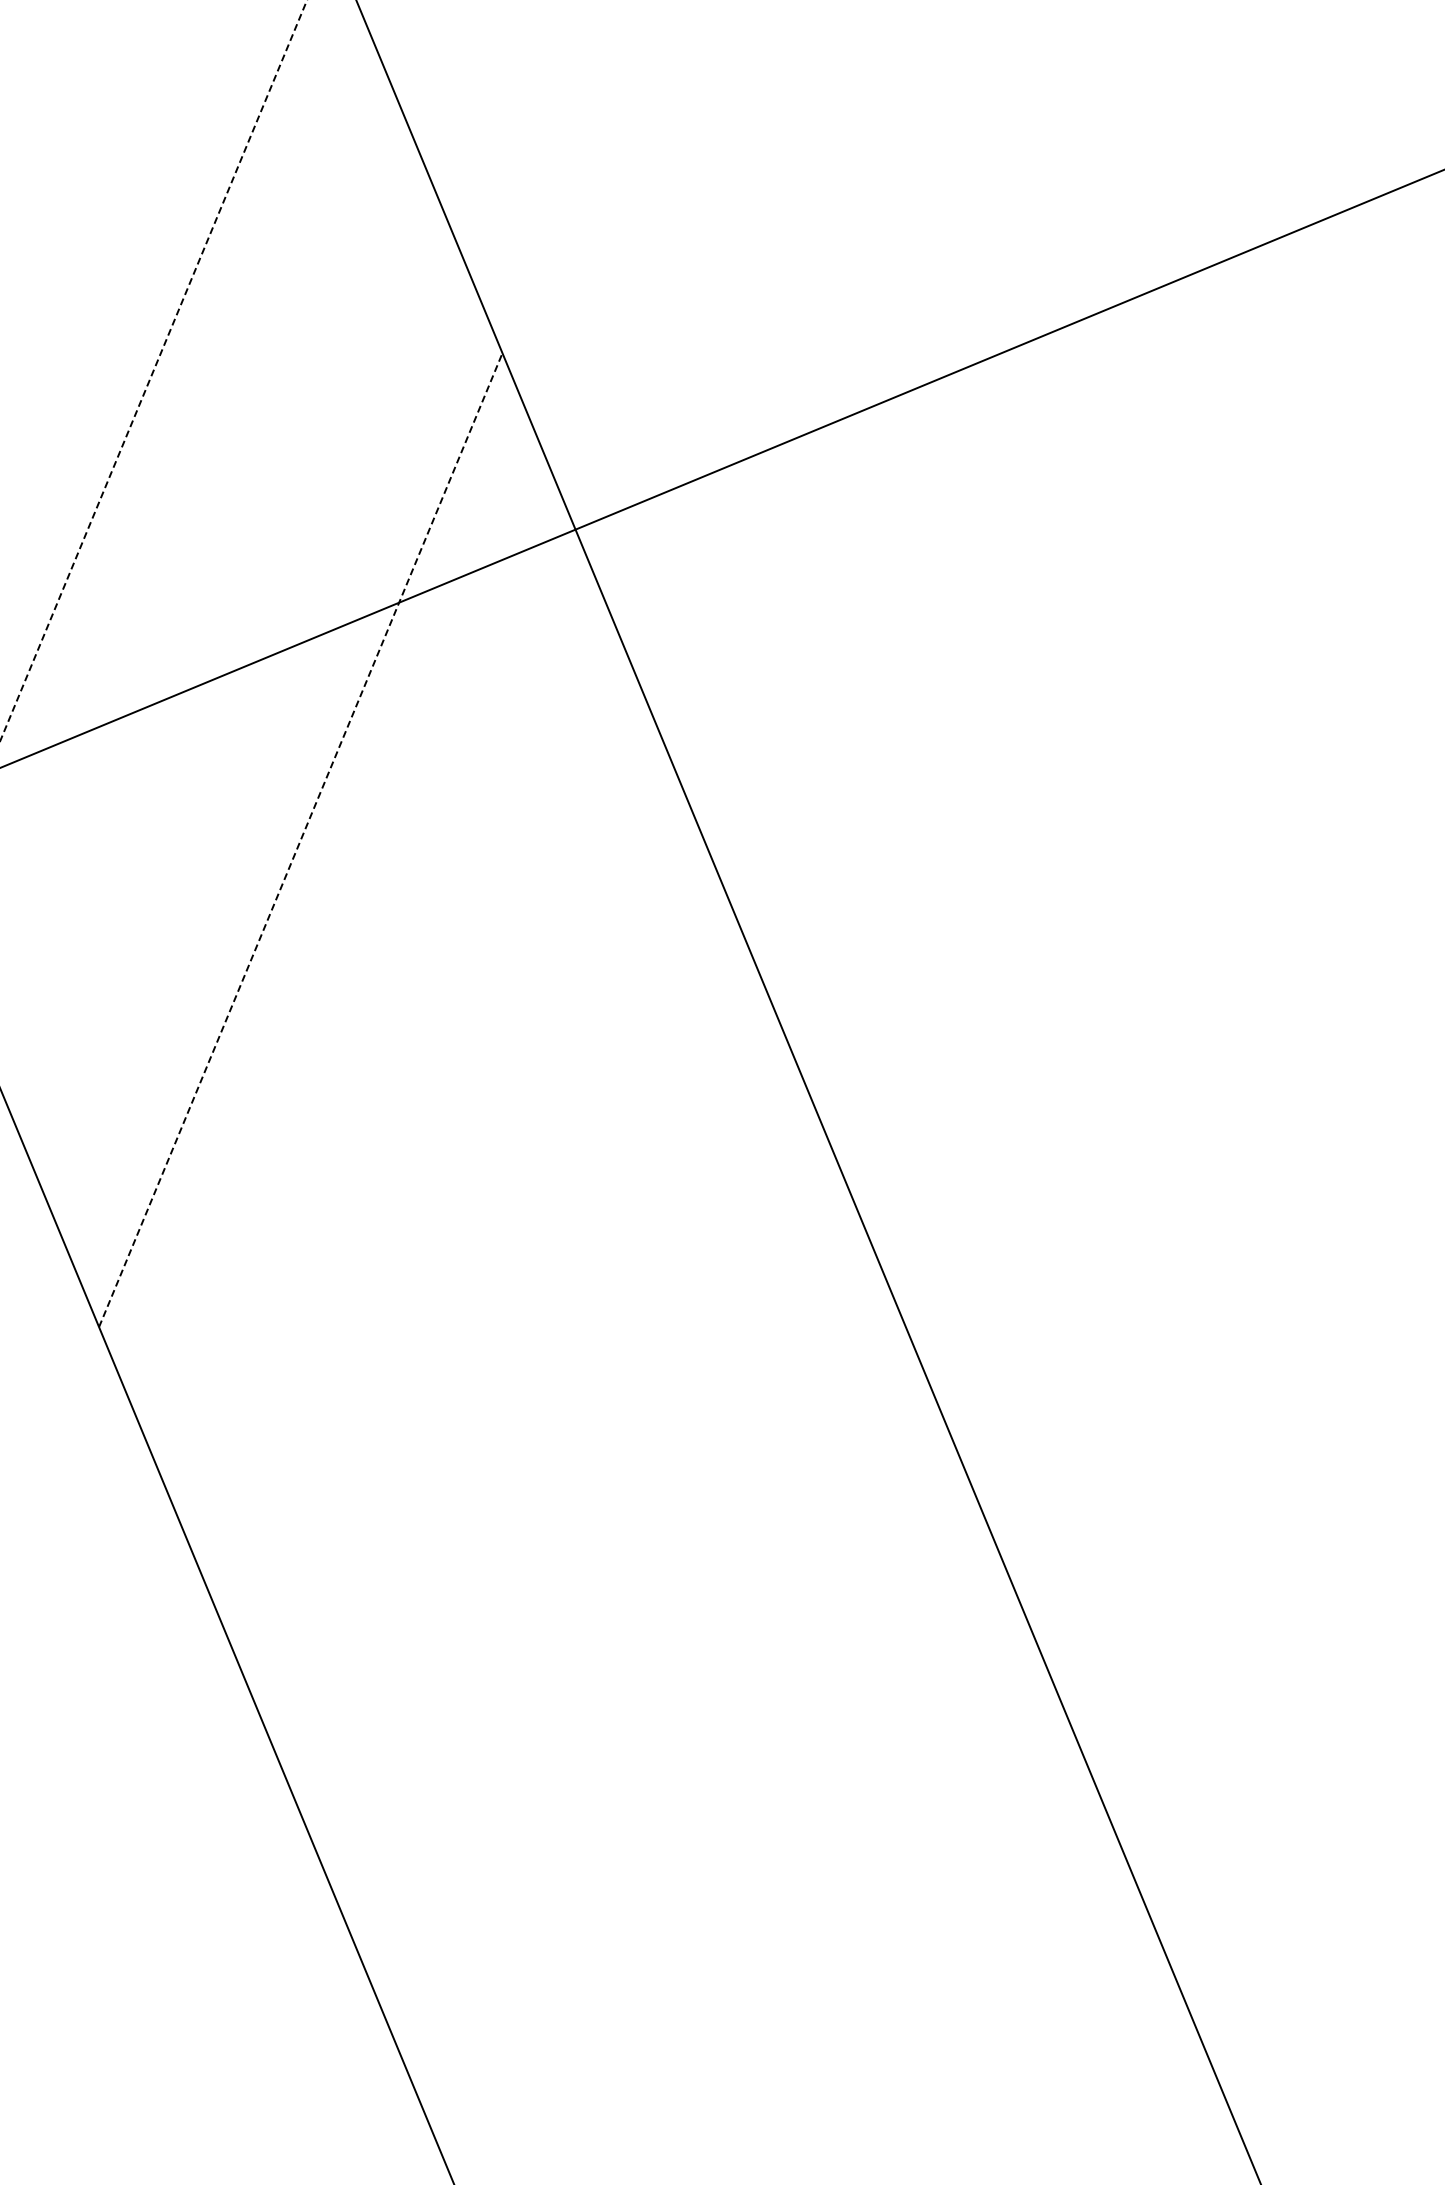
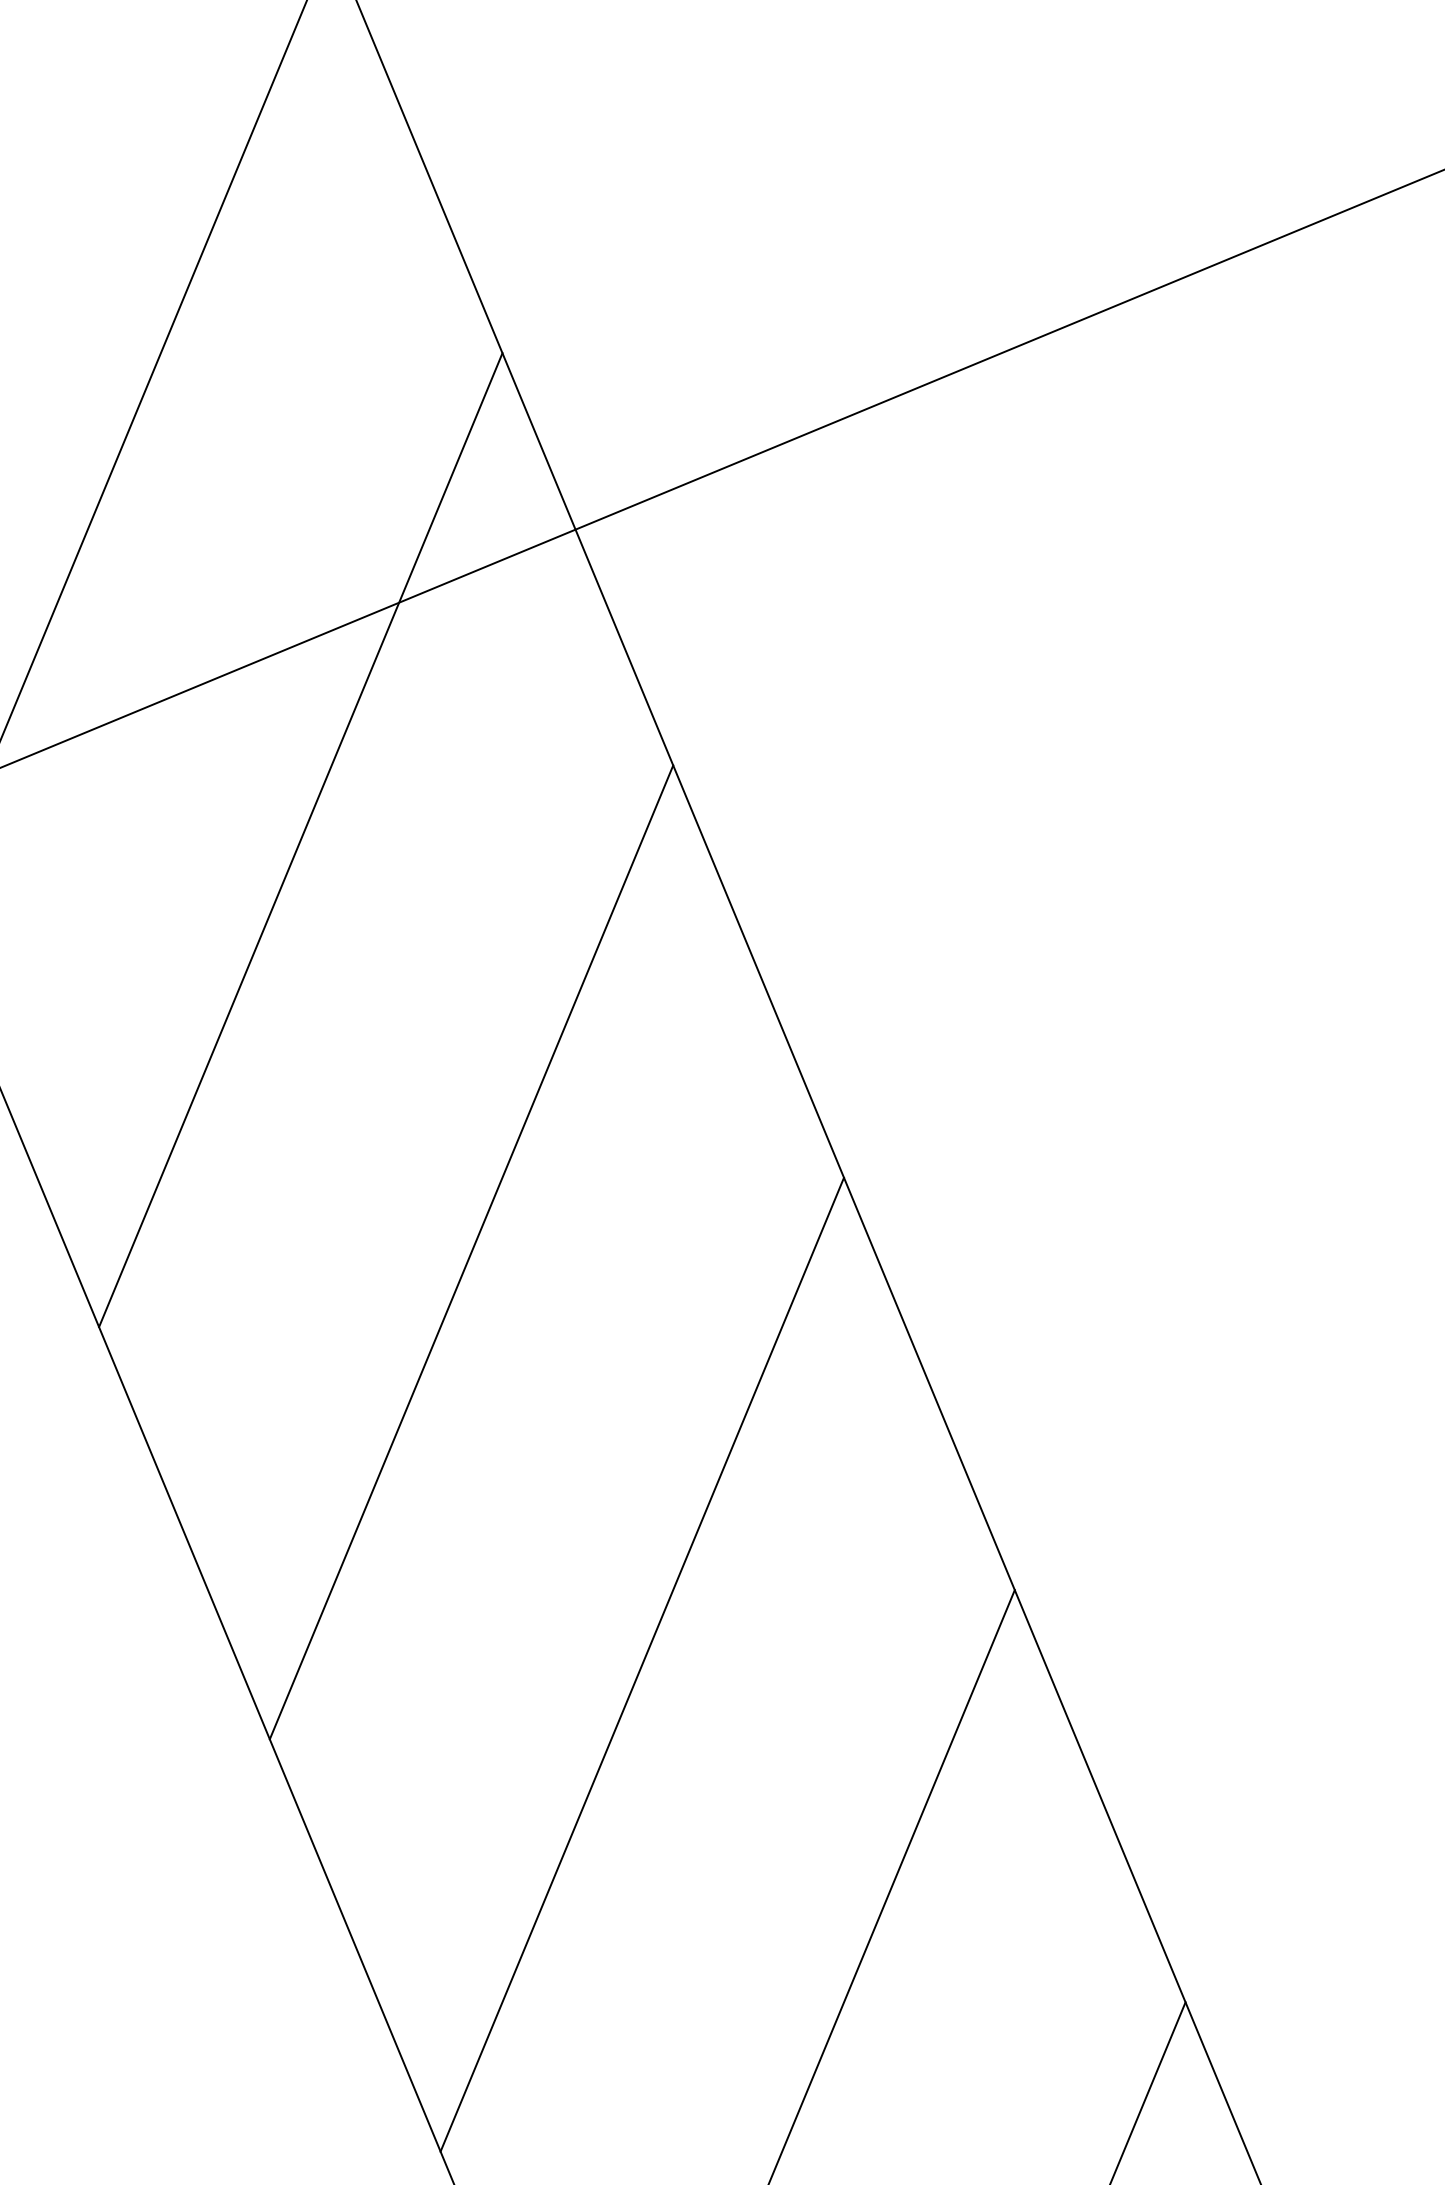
line at (153, 370): dashed -> solid
line at (300, 839): dashed -> solid
line at (471, 1252): none -> present
line at (641, 1664): none -> present
line at (891, 1885): none -> present
line at (1148, 2091): none -> present
